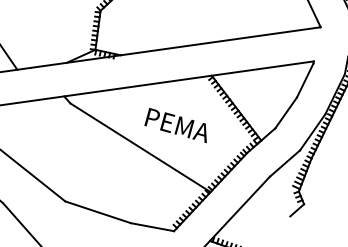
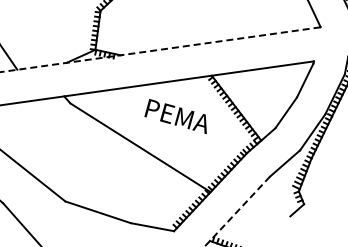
line at (160, 49): solid -> dashed
text at (175, 125) position: (175, 125) -> (175, 116)
line at (237, 211): solid -> dashed
